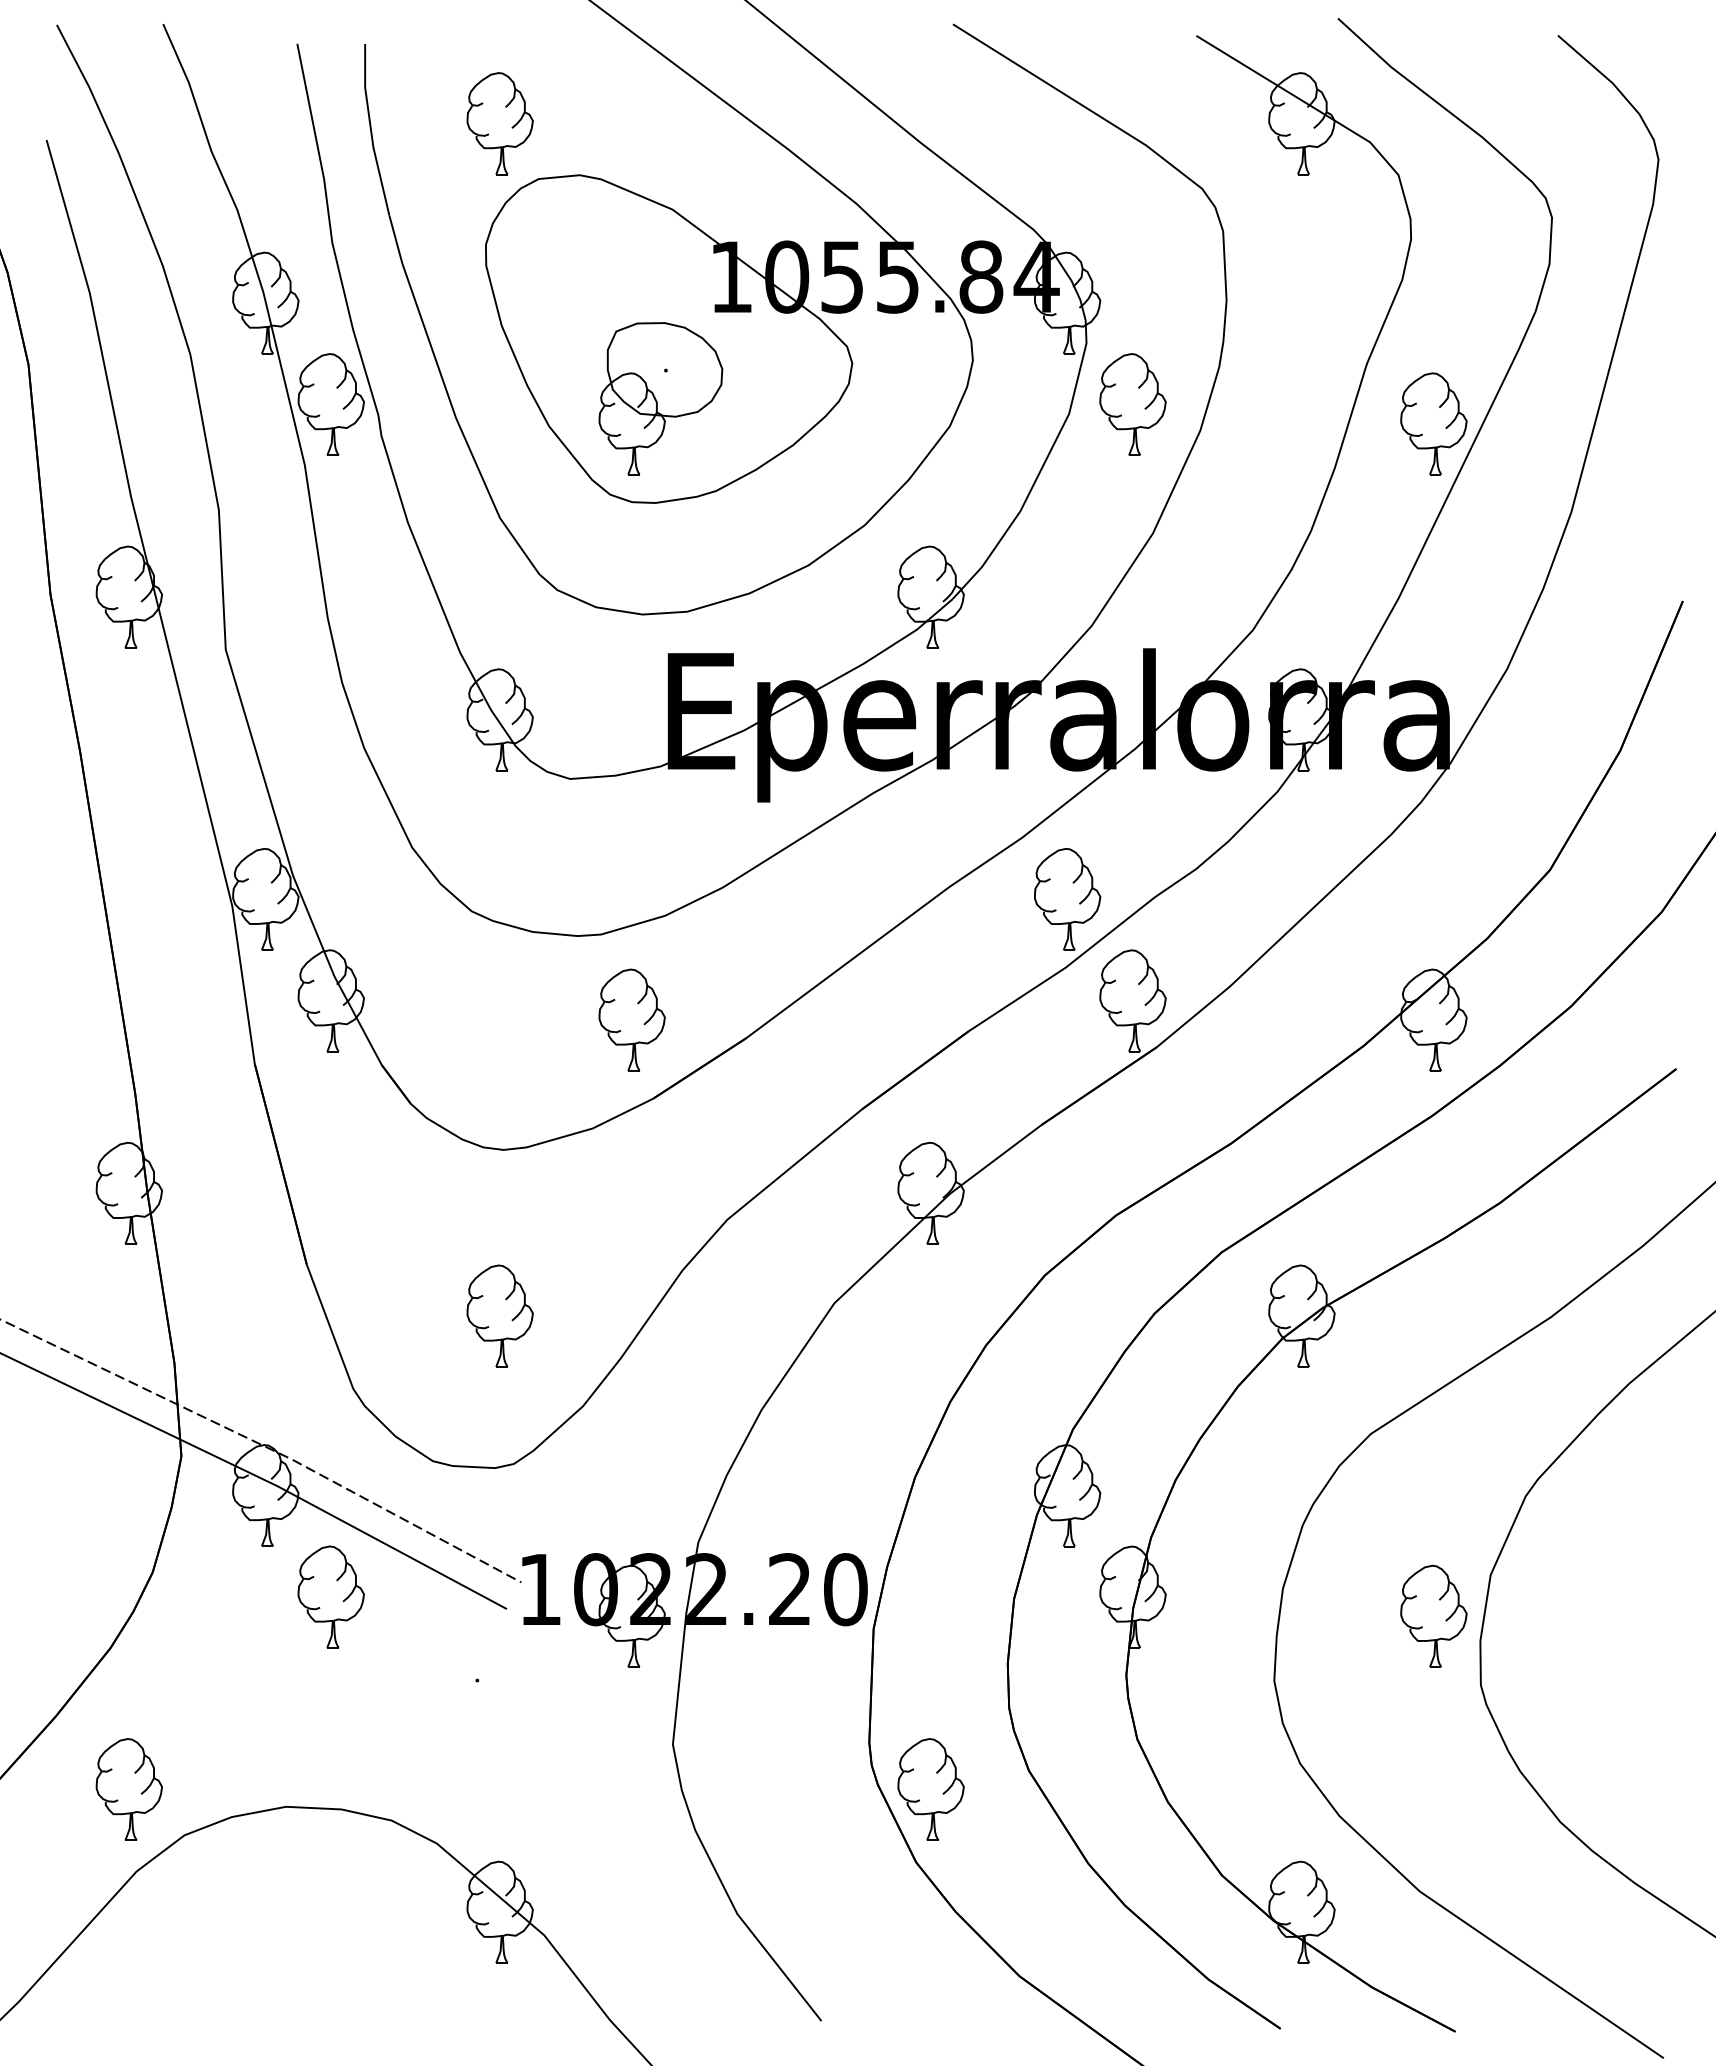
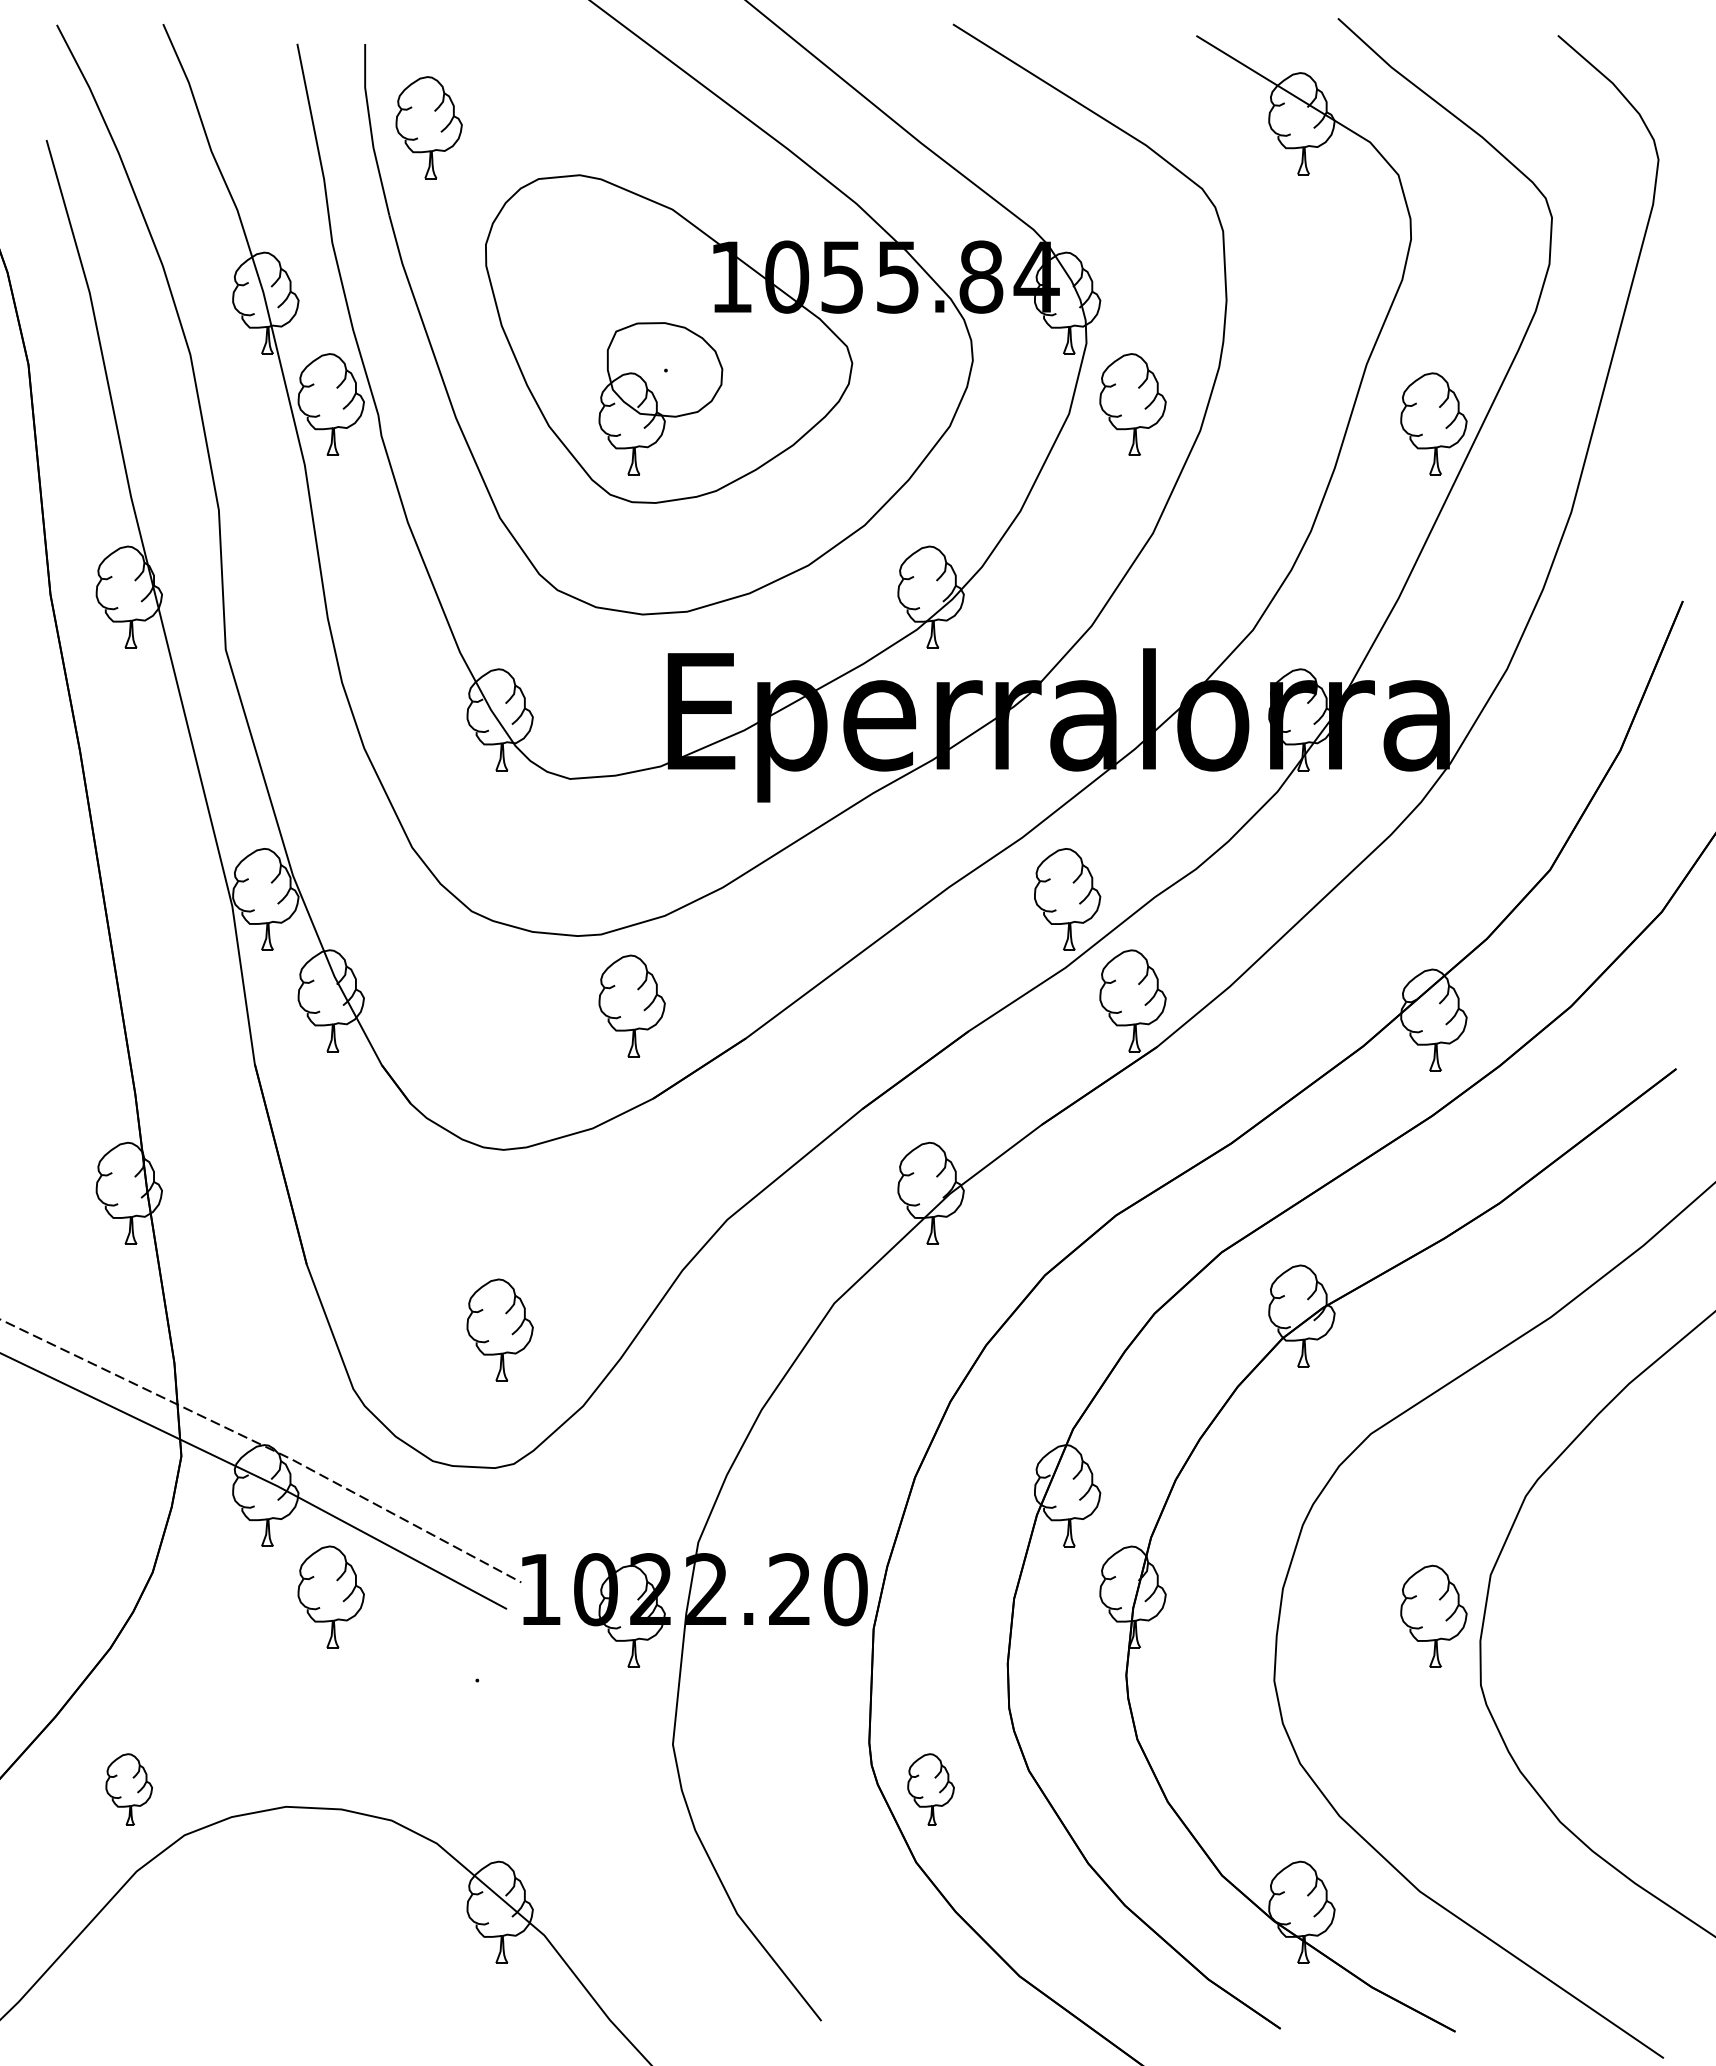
part at (499, 123) position: (499, 123) -> (428, 127)
part at (631, 1019) position: (631, 1019) -> (631, 1005)
part at (499, 1315) position: (499, 1315) -> (499, 1329)
part at (128, 1789) size: 68x103 px -> 48x73 px
part at (930, 1789) size: 68x103 px -> 48x73 px
